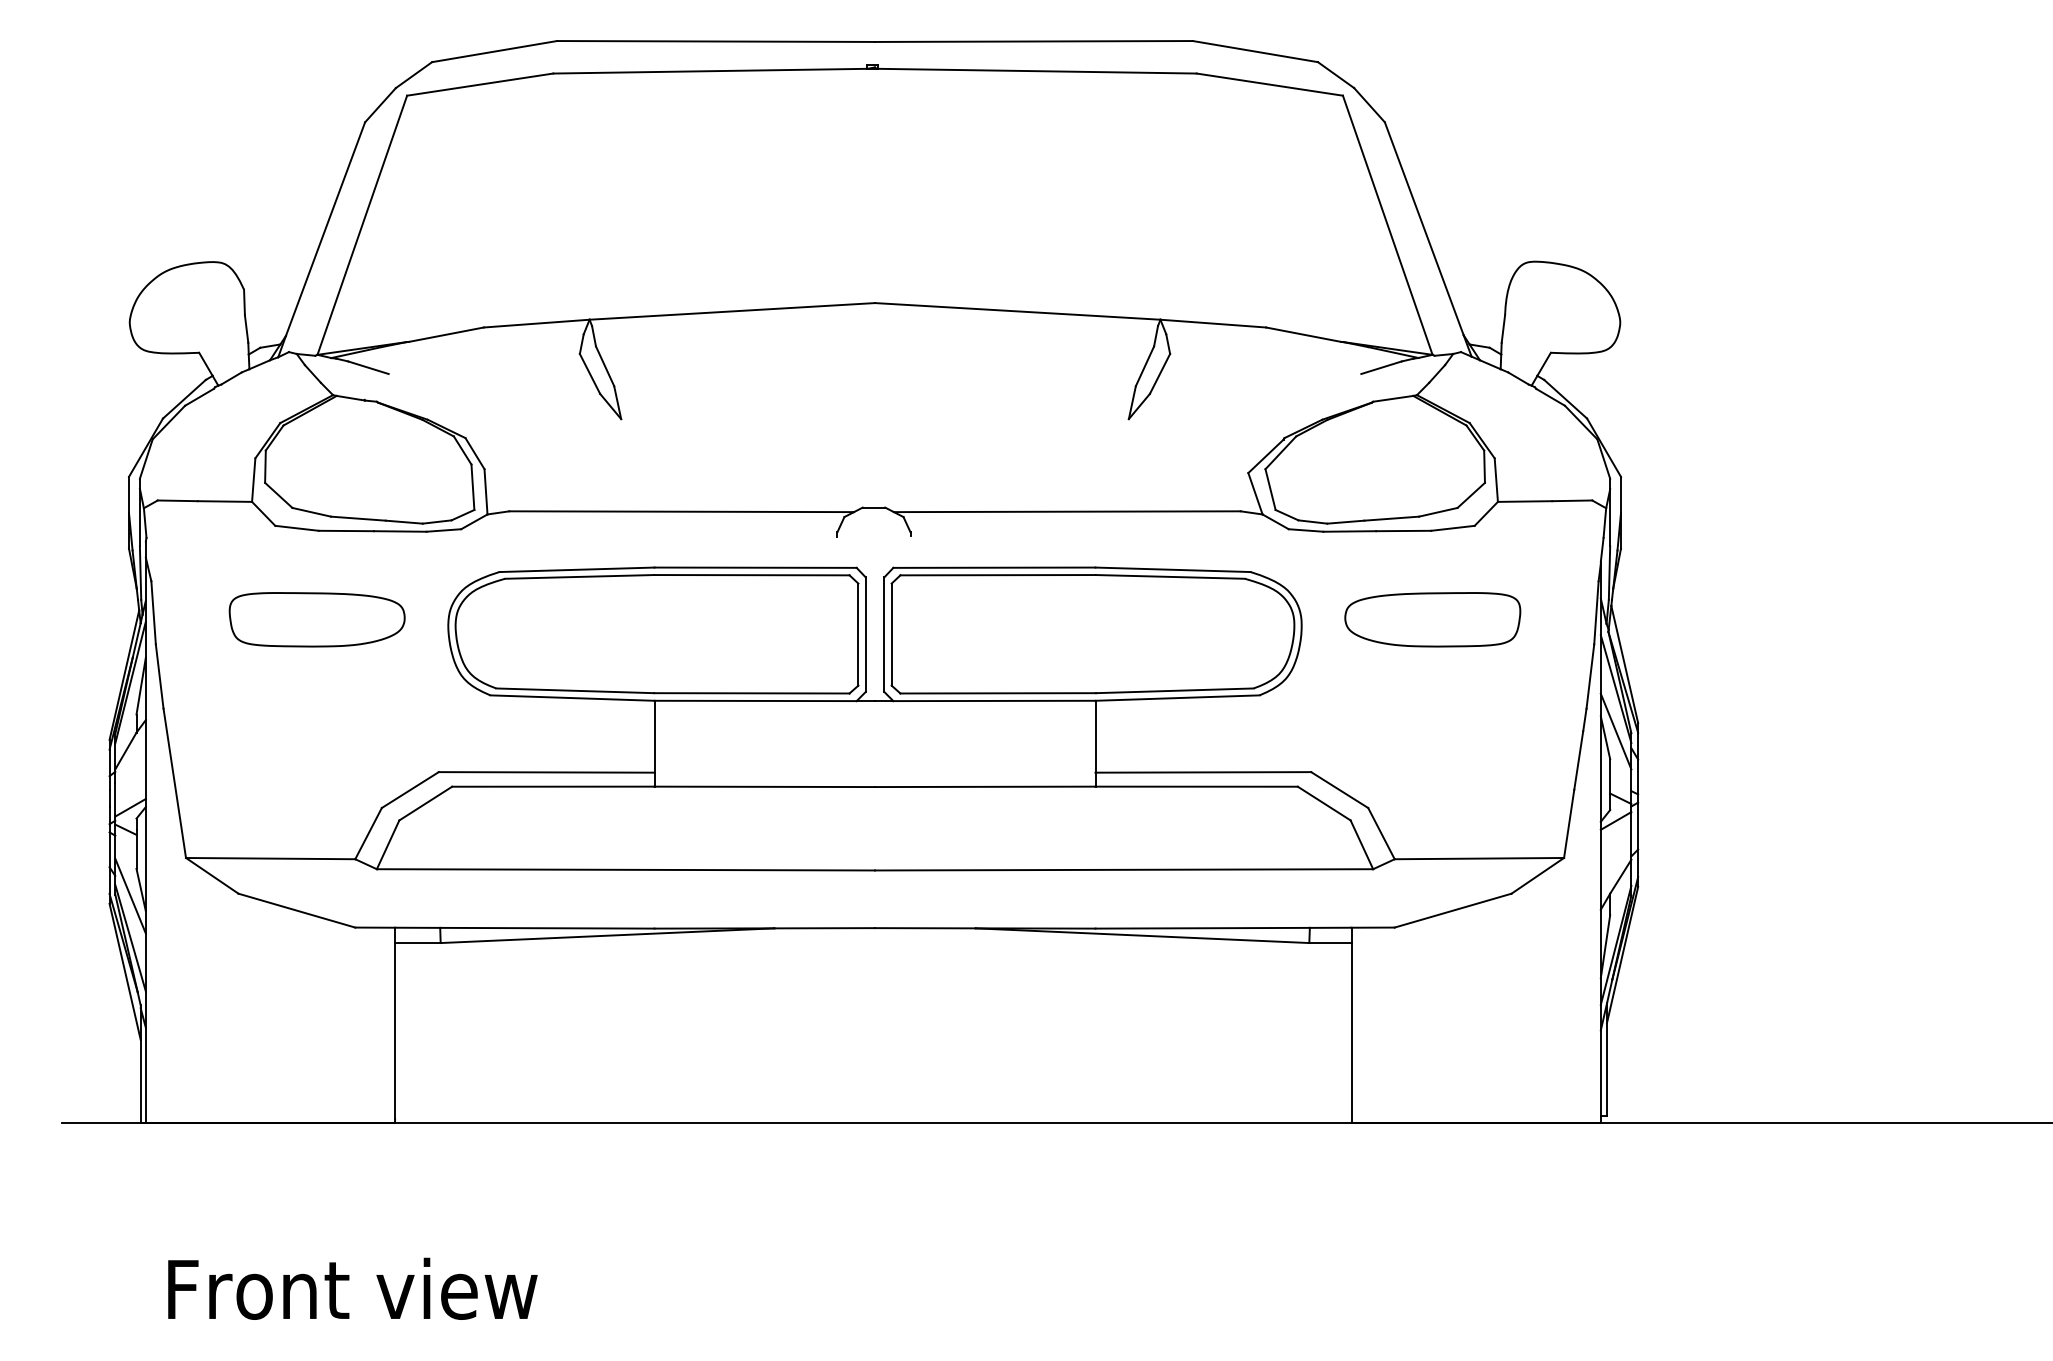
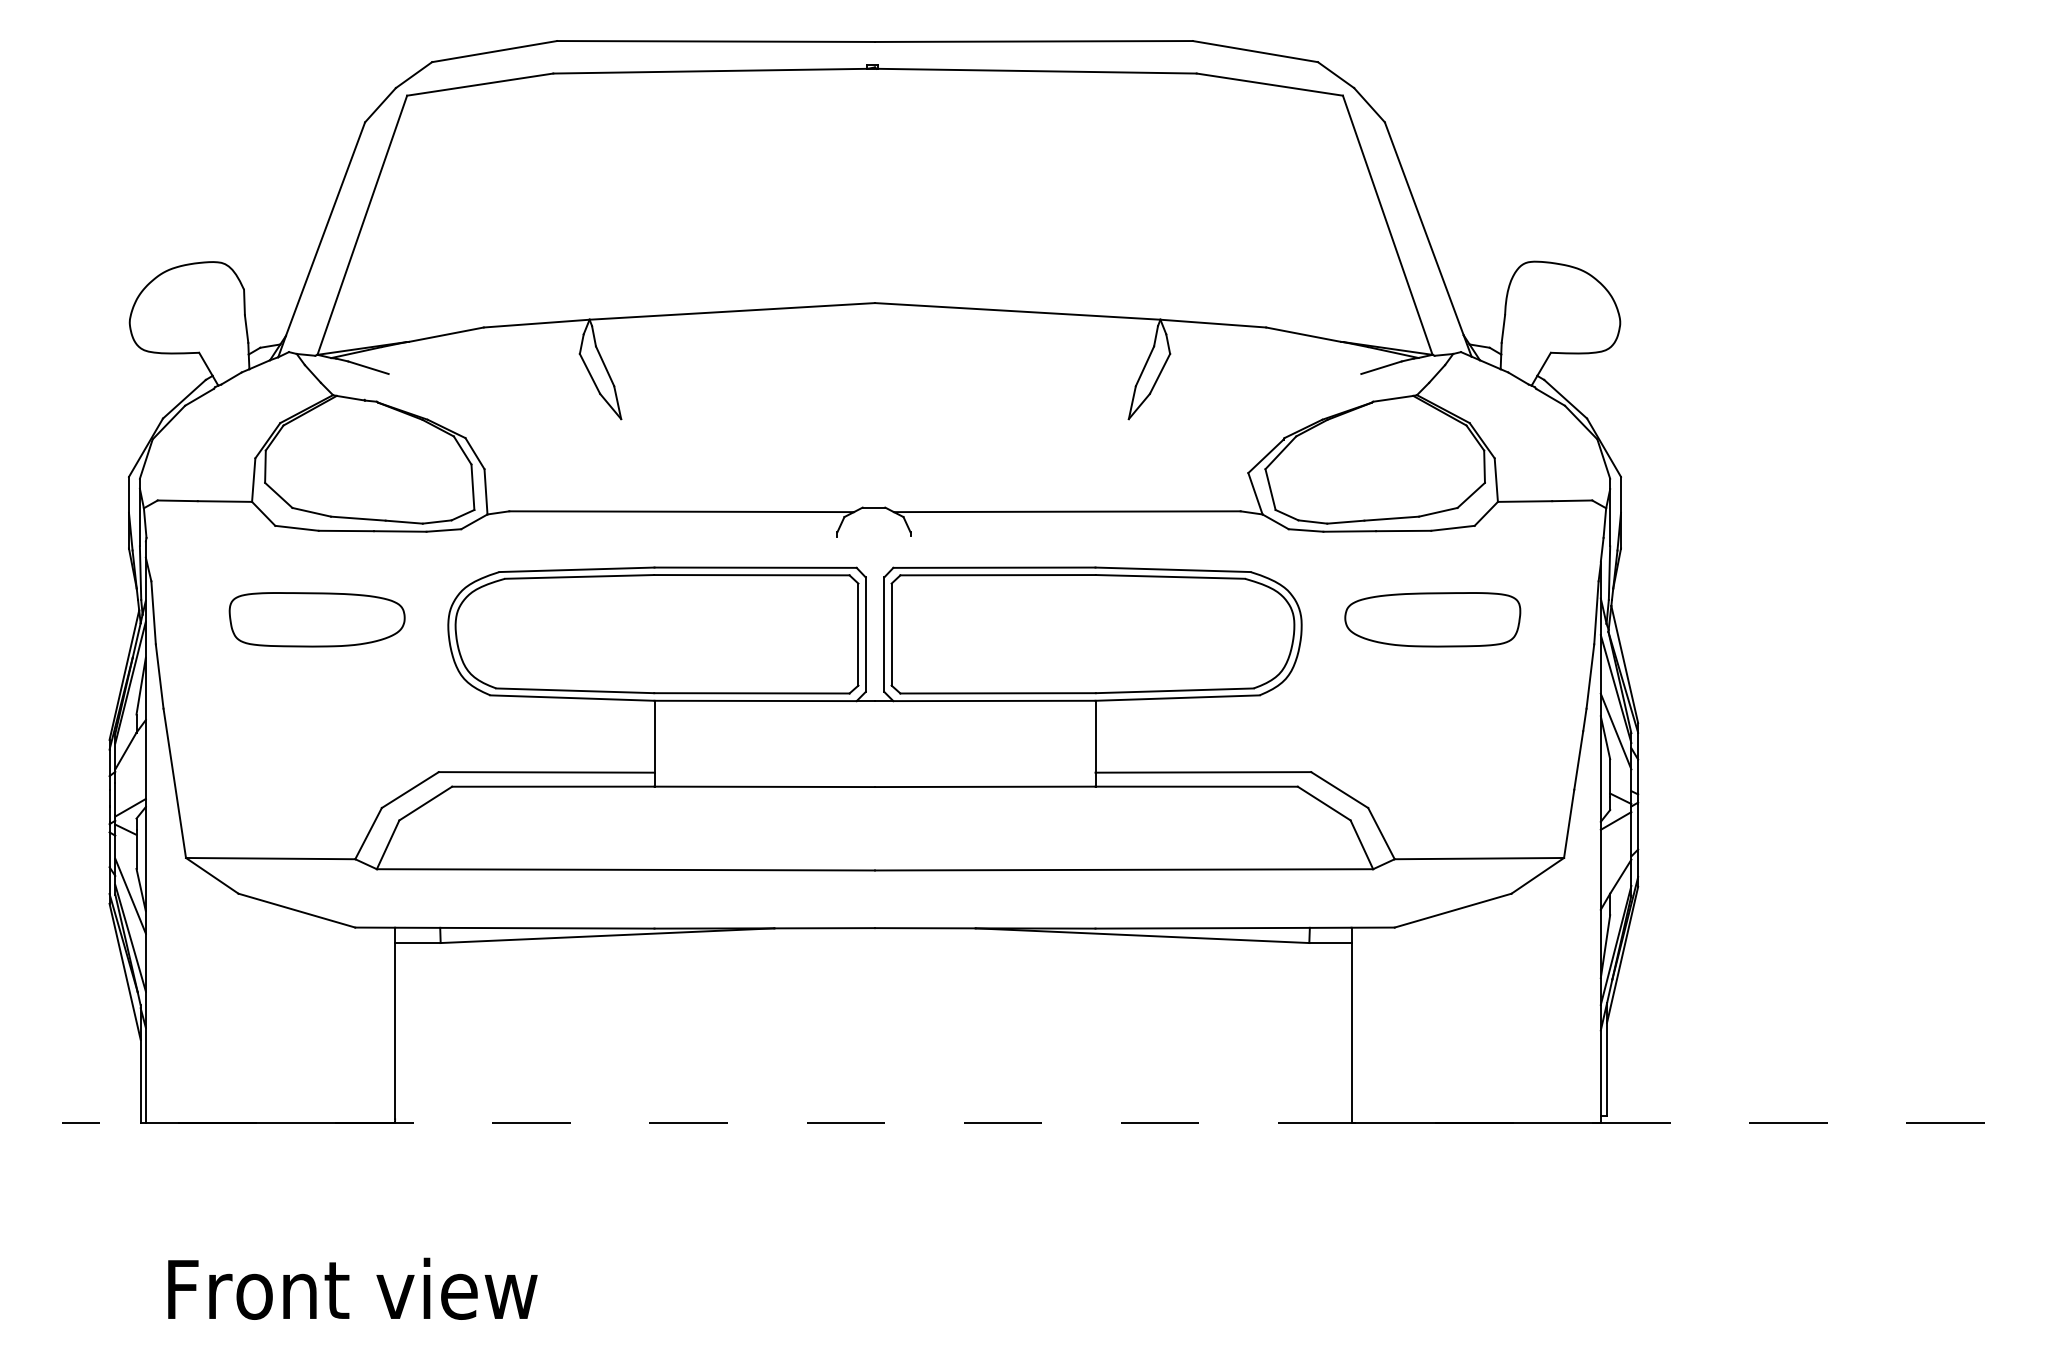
line at (1057, 1123): solid -> dashed
